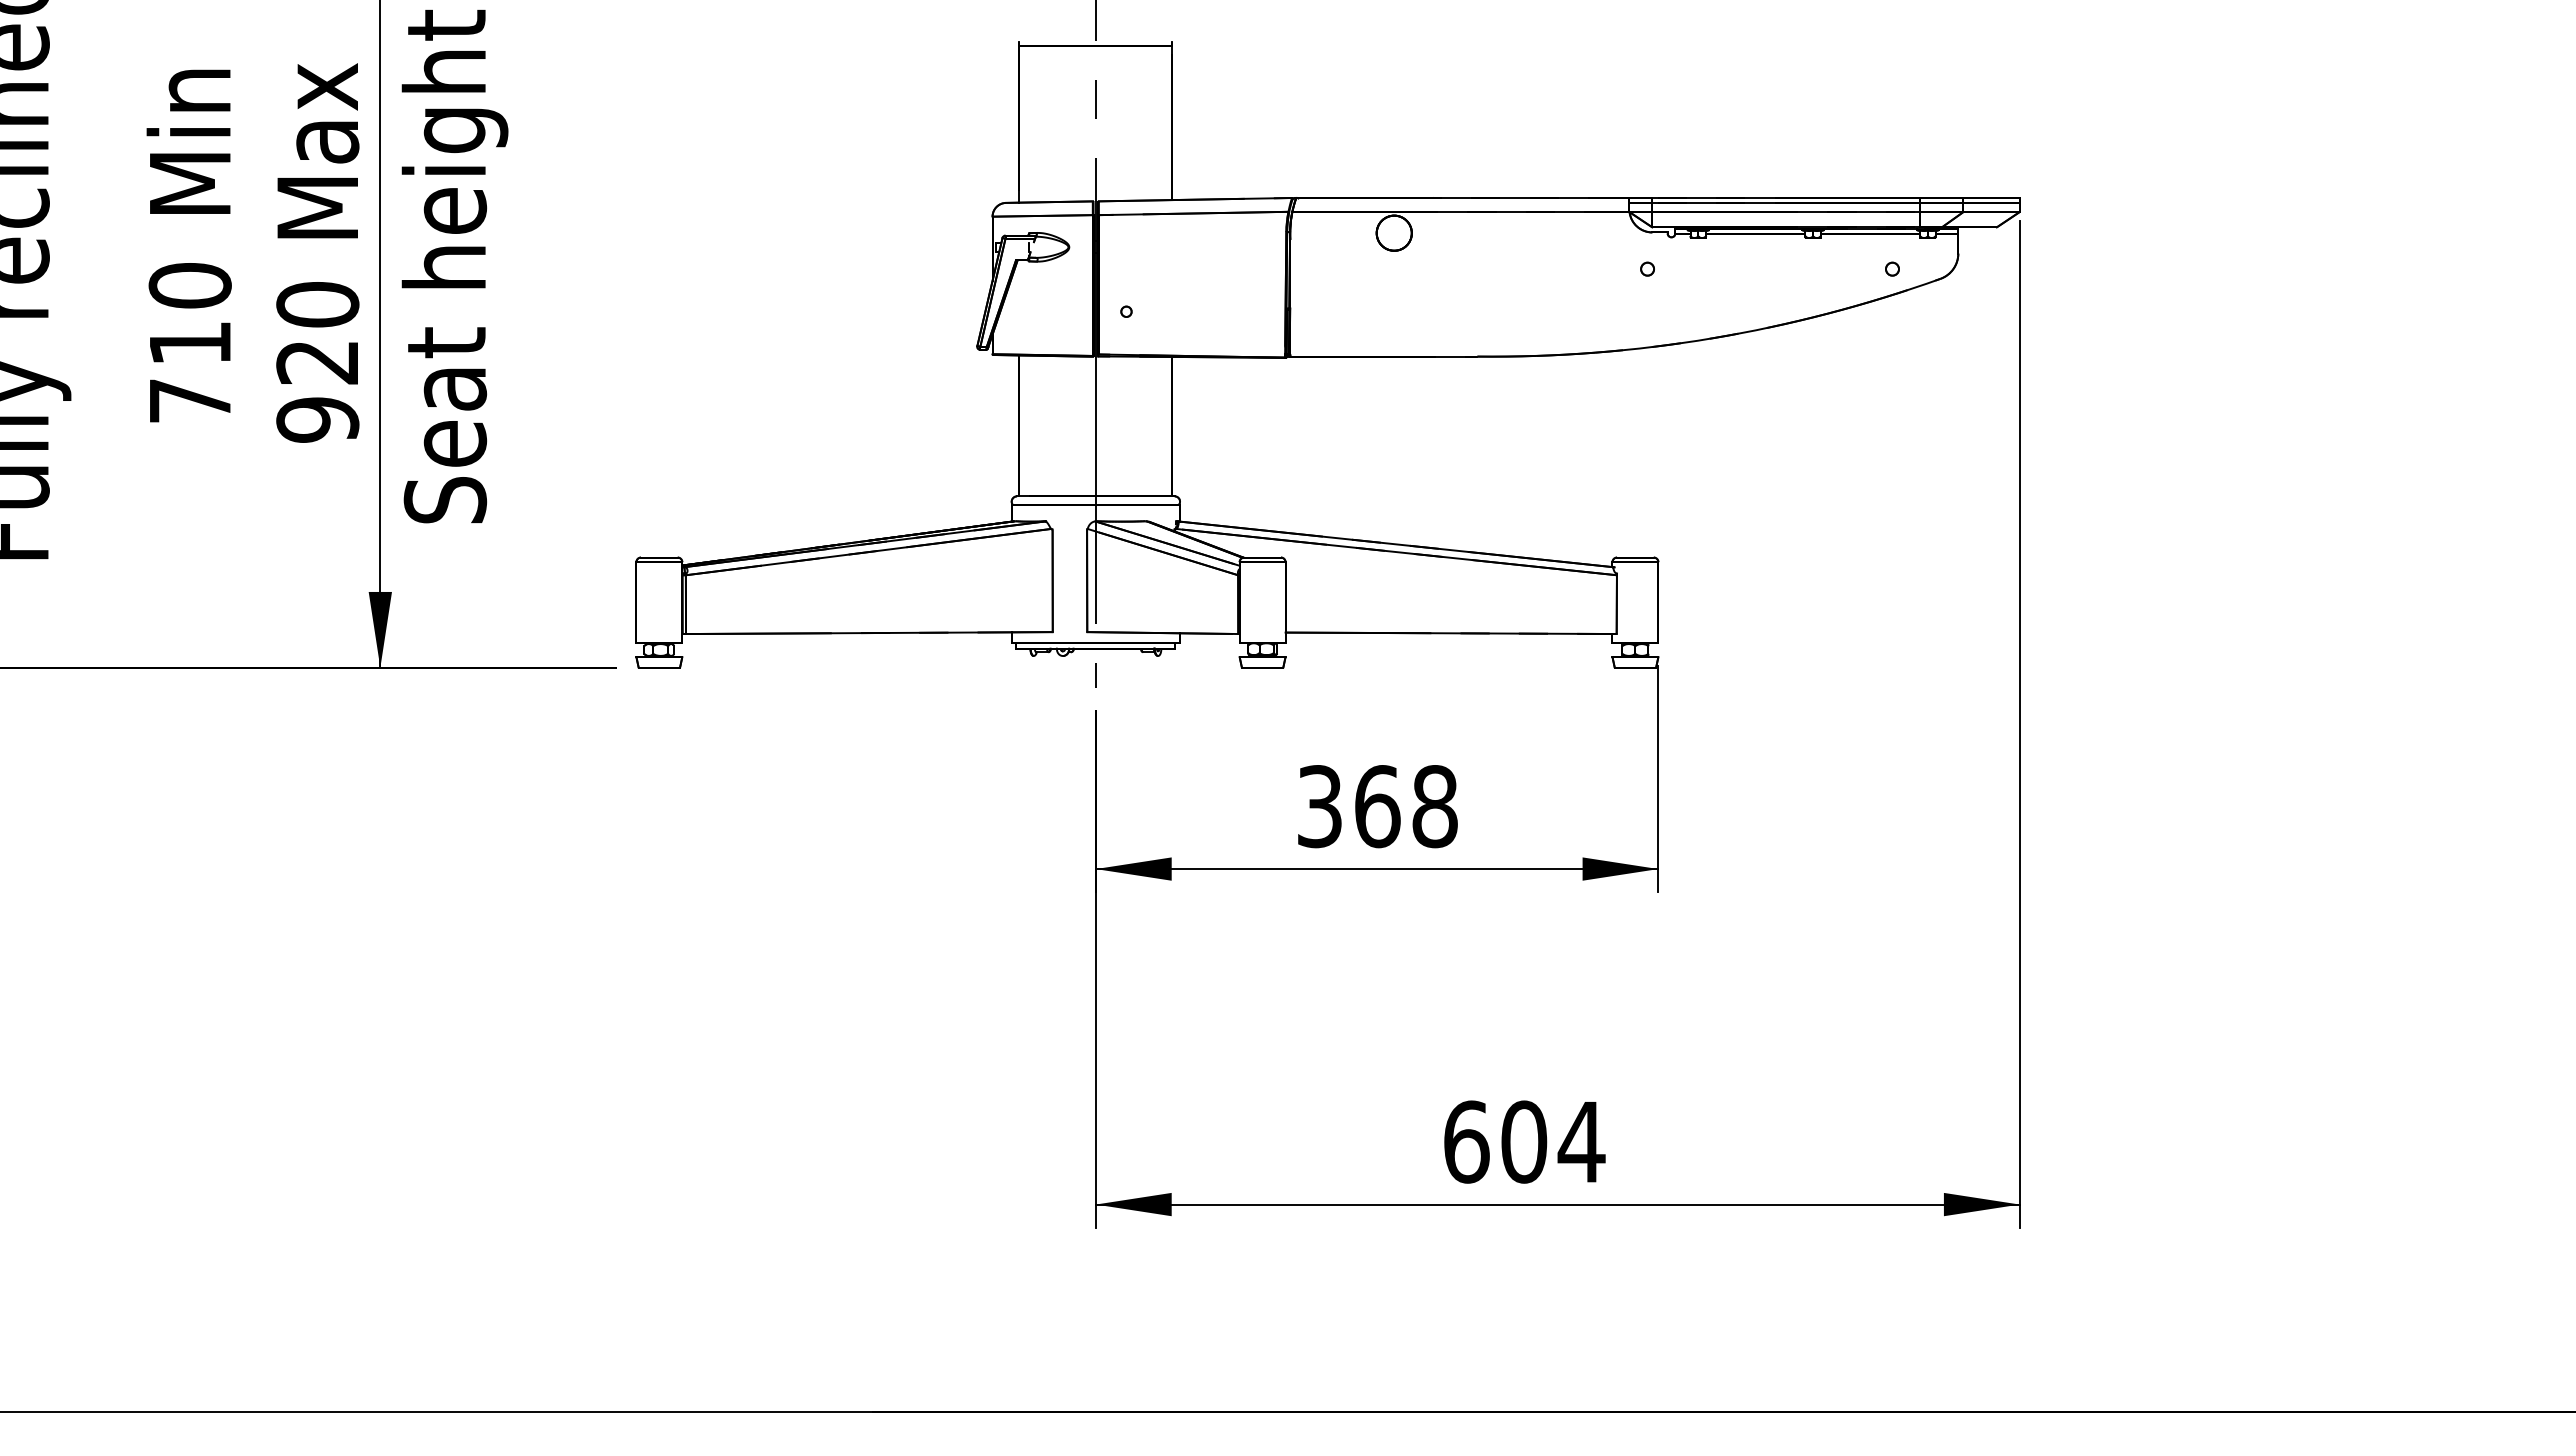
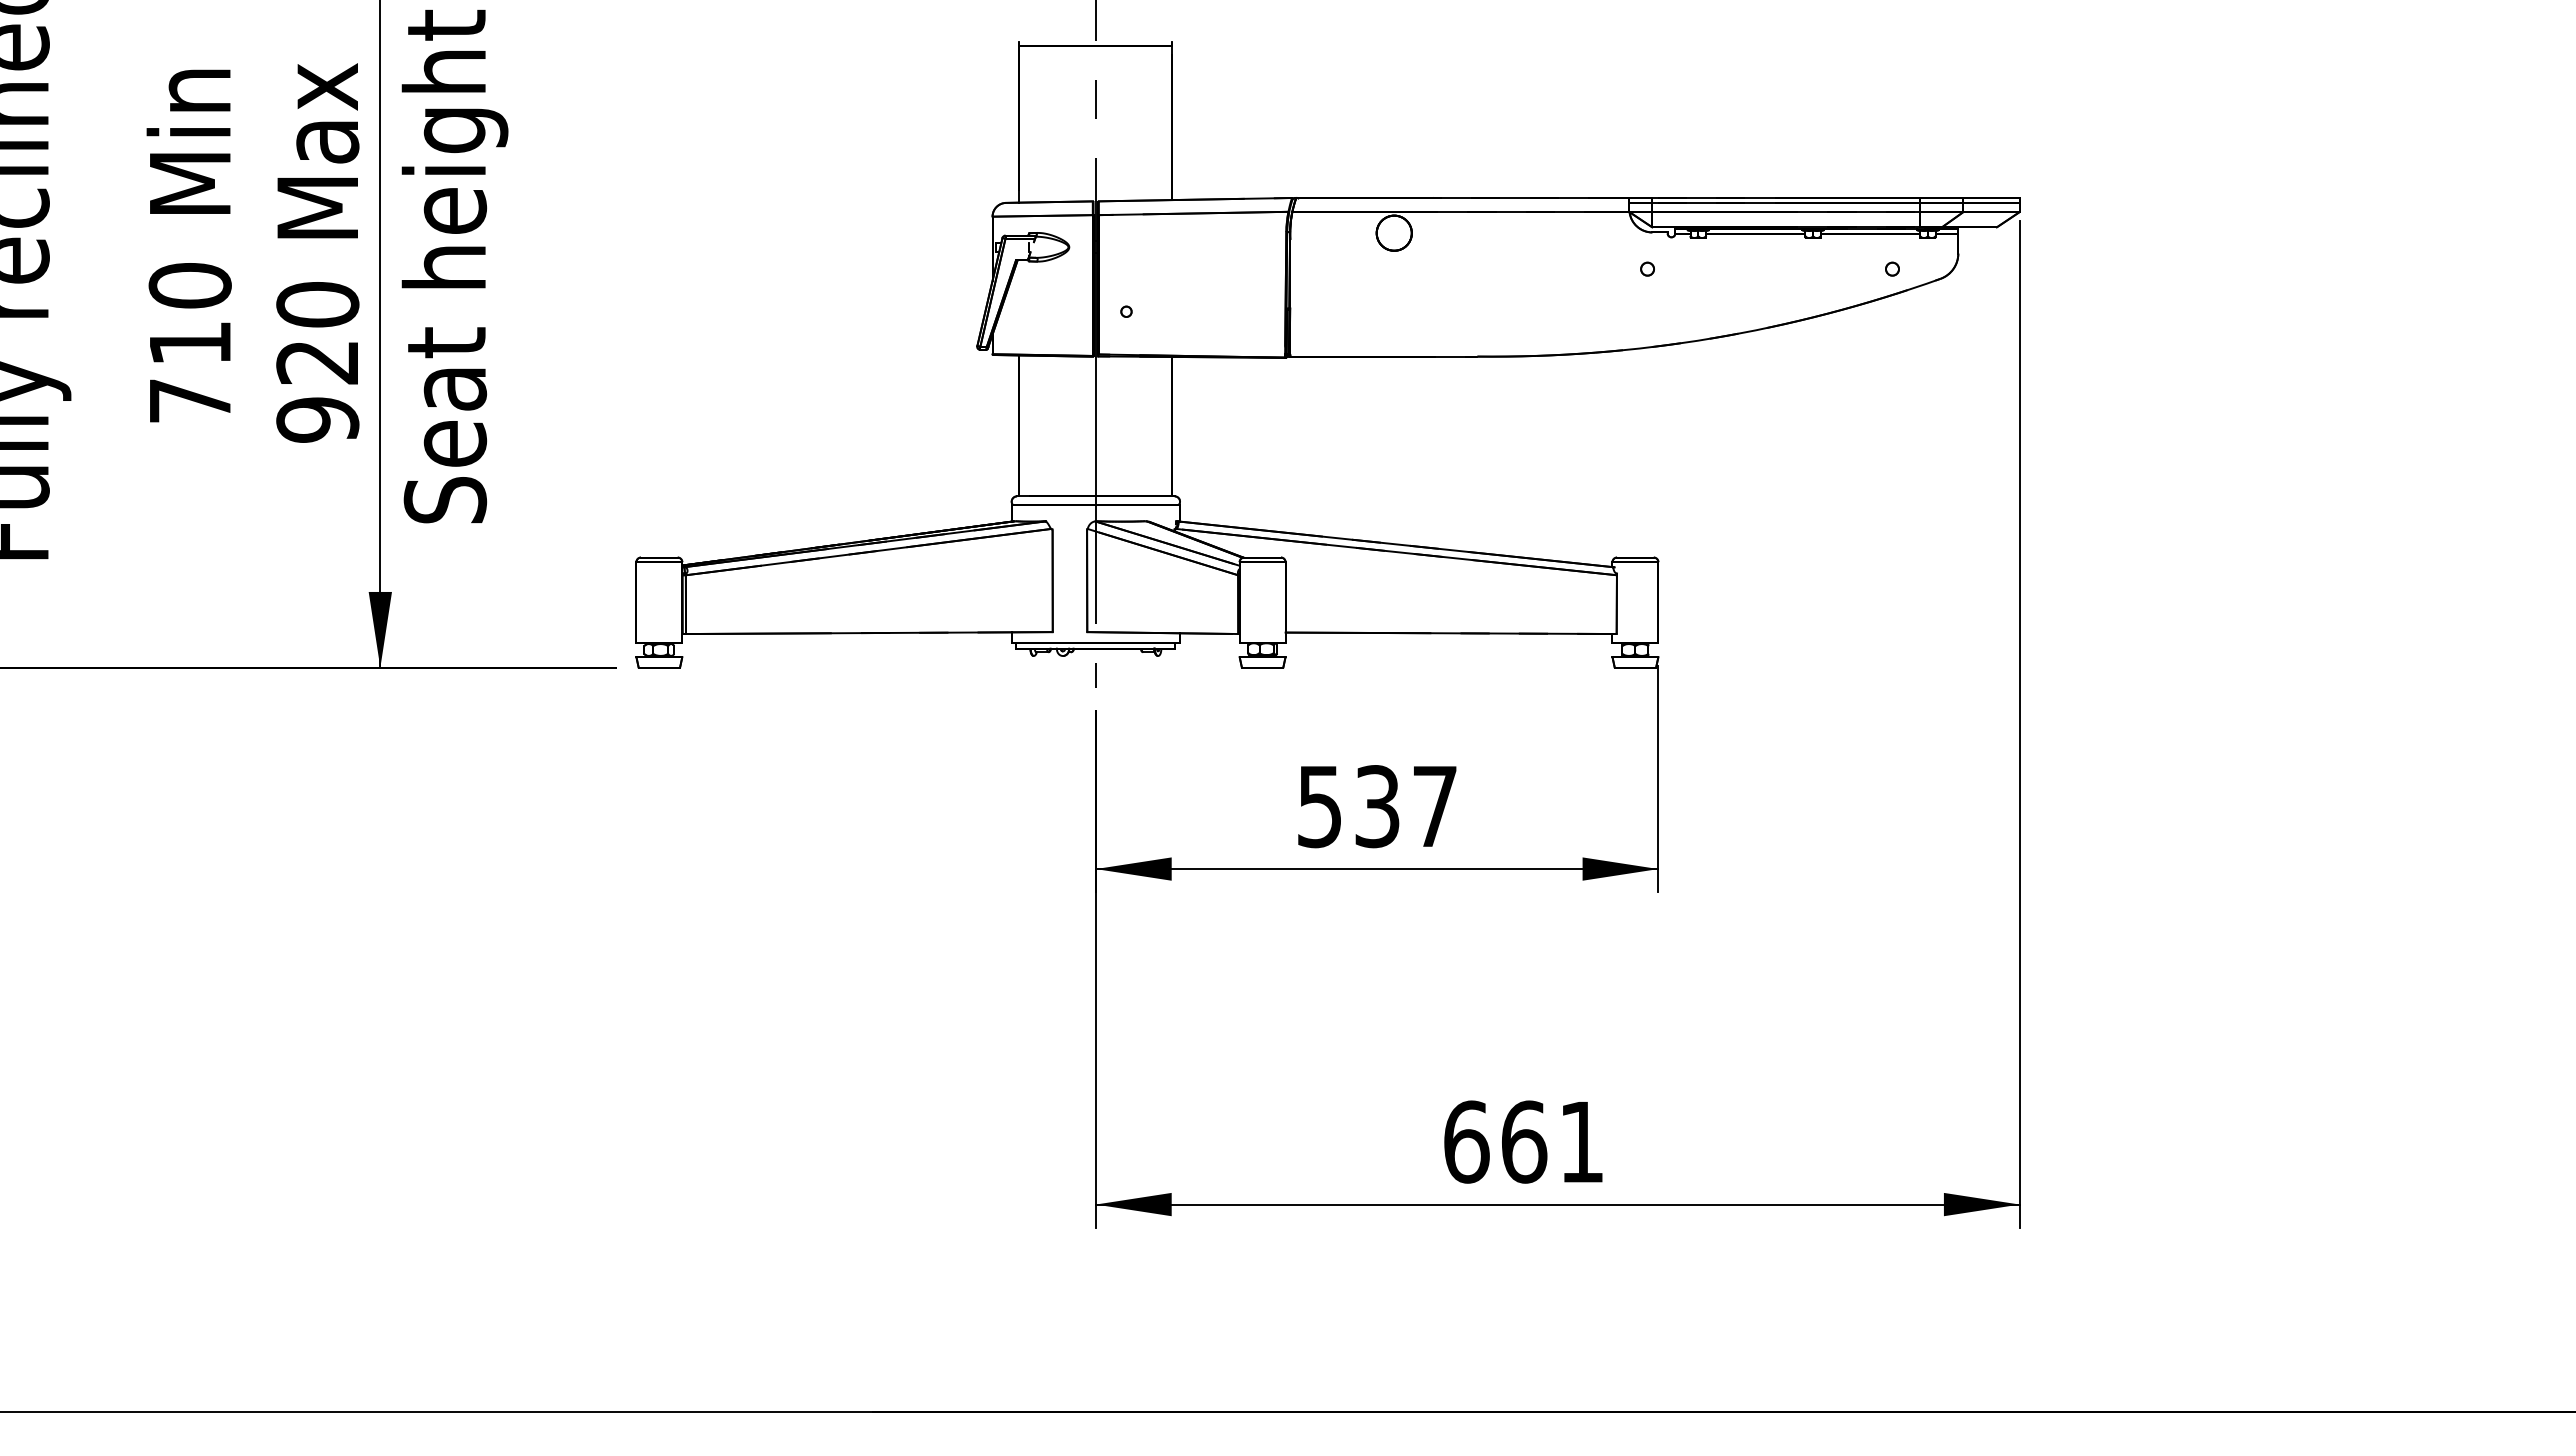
text at (1377, 806): 368 -> 537
text at (1553, 1141): 604 -> 661
